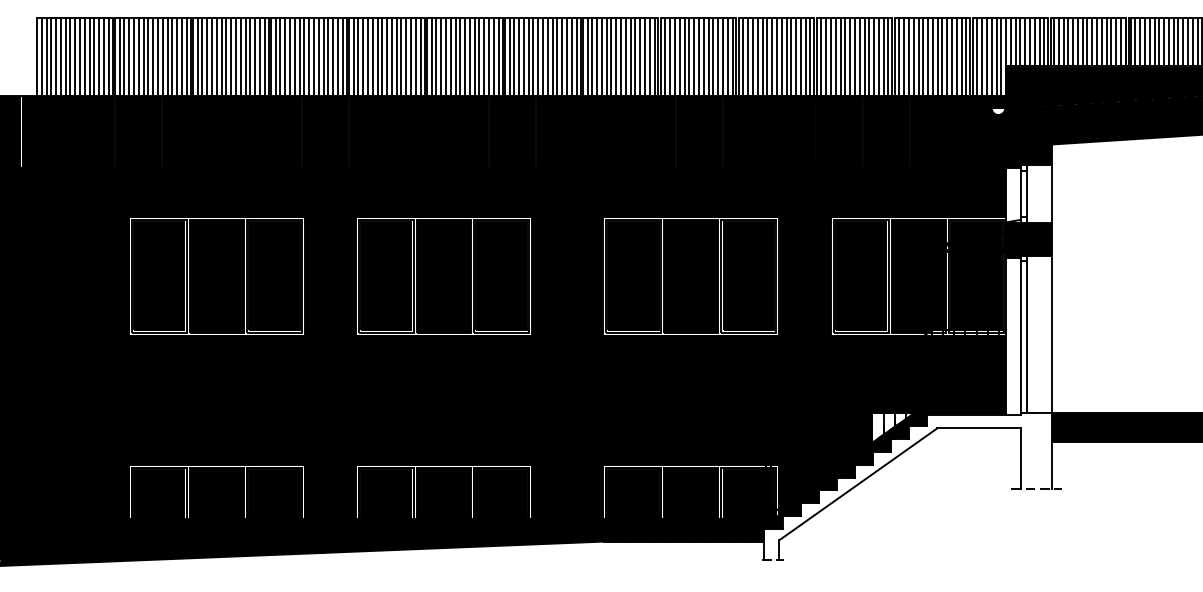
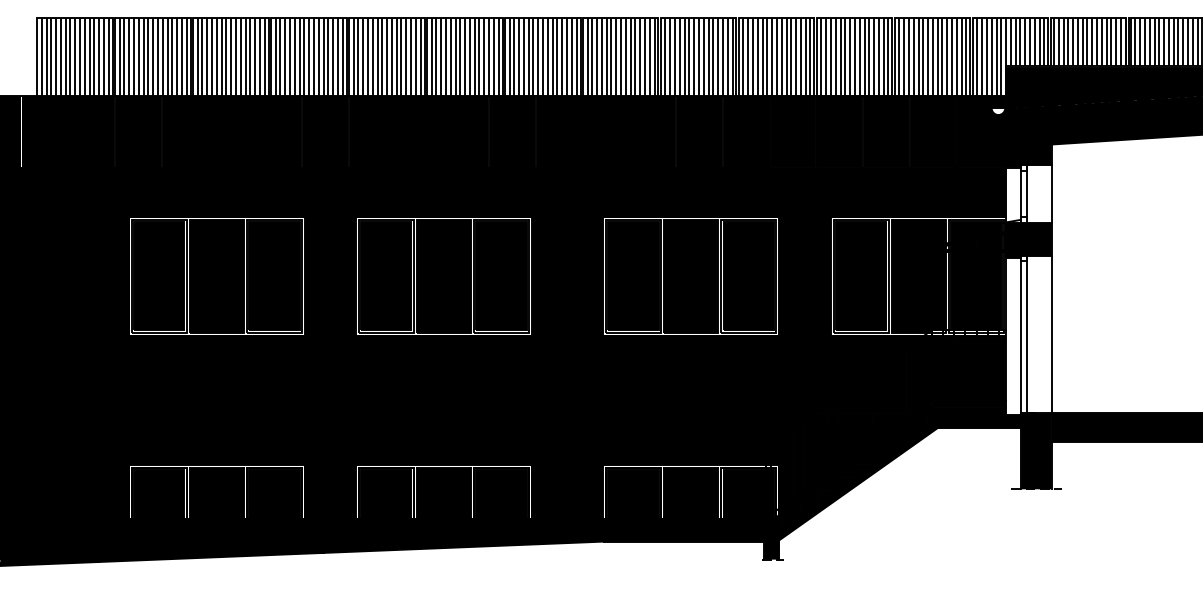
fill at (892, 427): none -> present
fill at (907, 486): none -> present
